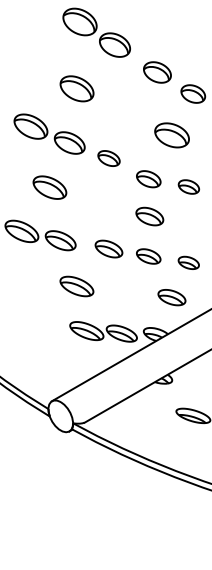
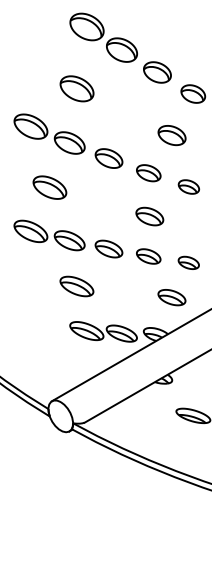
part at (96, 32) position: (96, 32) -> (103, 37)
part at (171, 135) size: 36x27 px -> 30x22 px
part at (108, 158) size: 24x17 px -> 30x21 px
part at (148, 179) position: (148, 179) -> (148, 173)
part at (40, 235) position: (40, 235) -> (49, 235)
